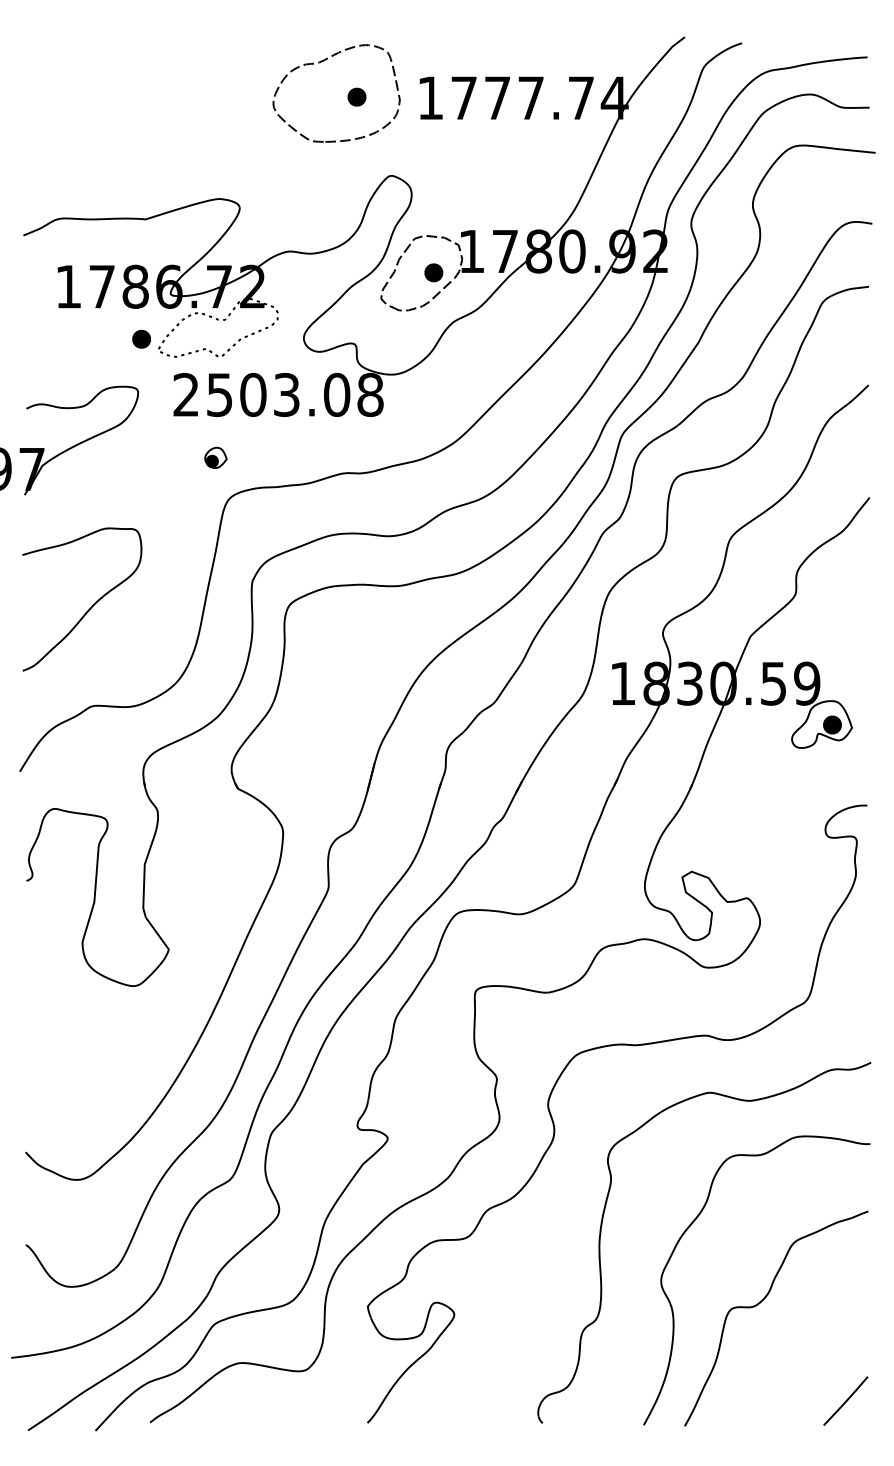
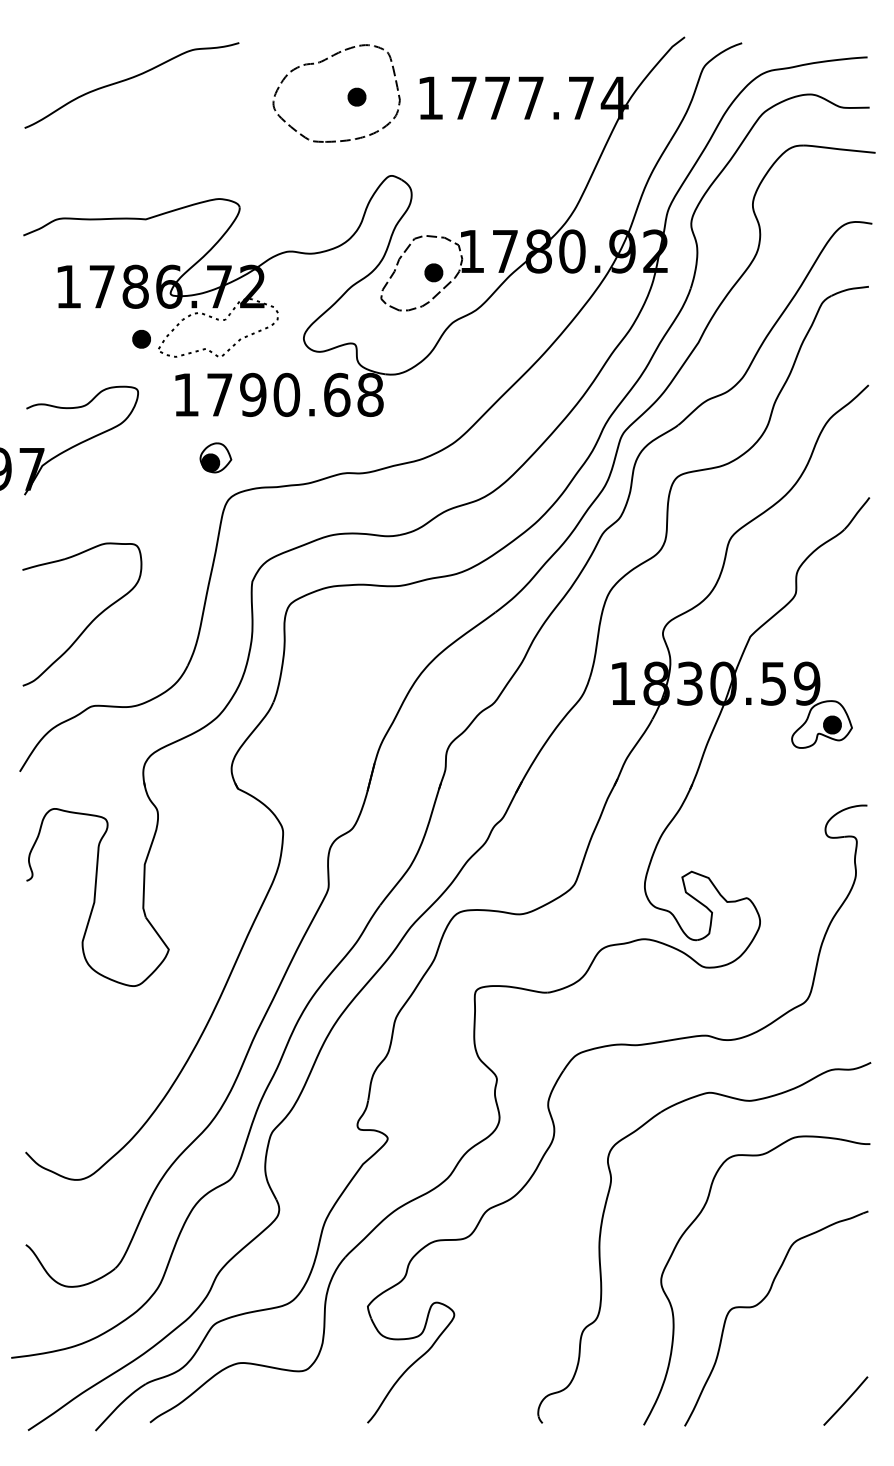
curve at (130, 79): none -> present
text at (261, 394): 2503.08 -> 1790.68
part at (215, 457) size: 24x23 px -> 34x32 px
part at (91, 605) position: (91, 605) -> (91, 620)
